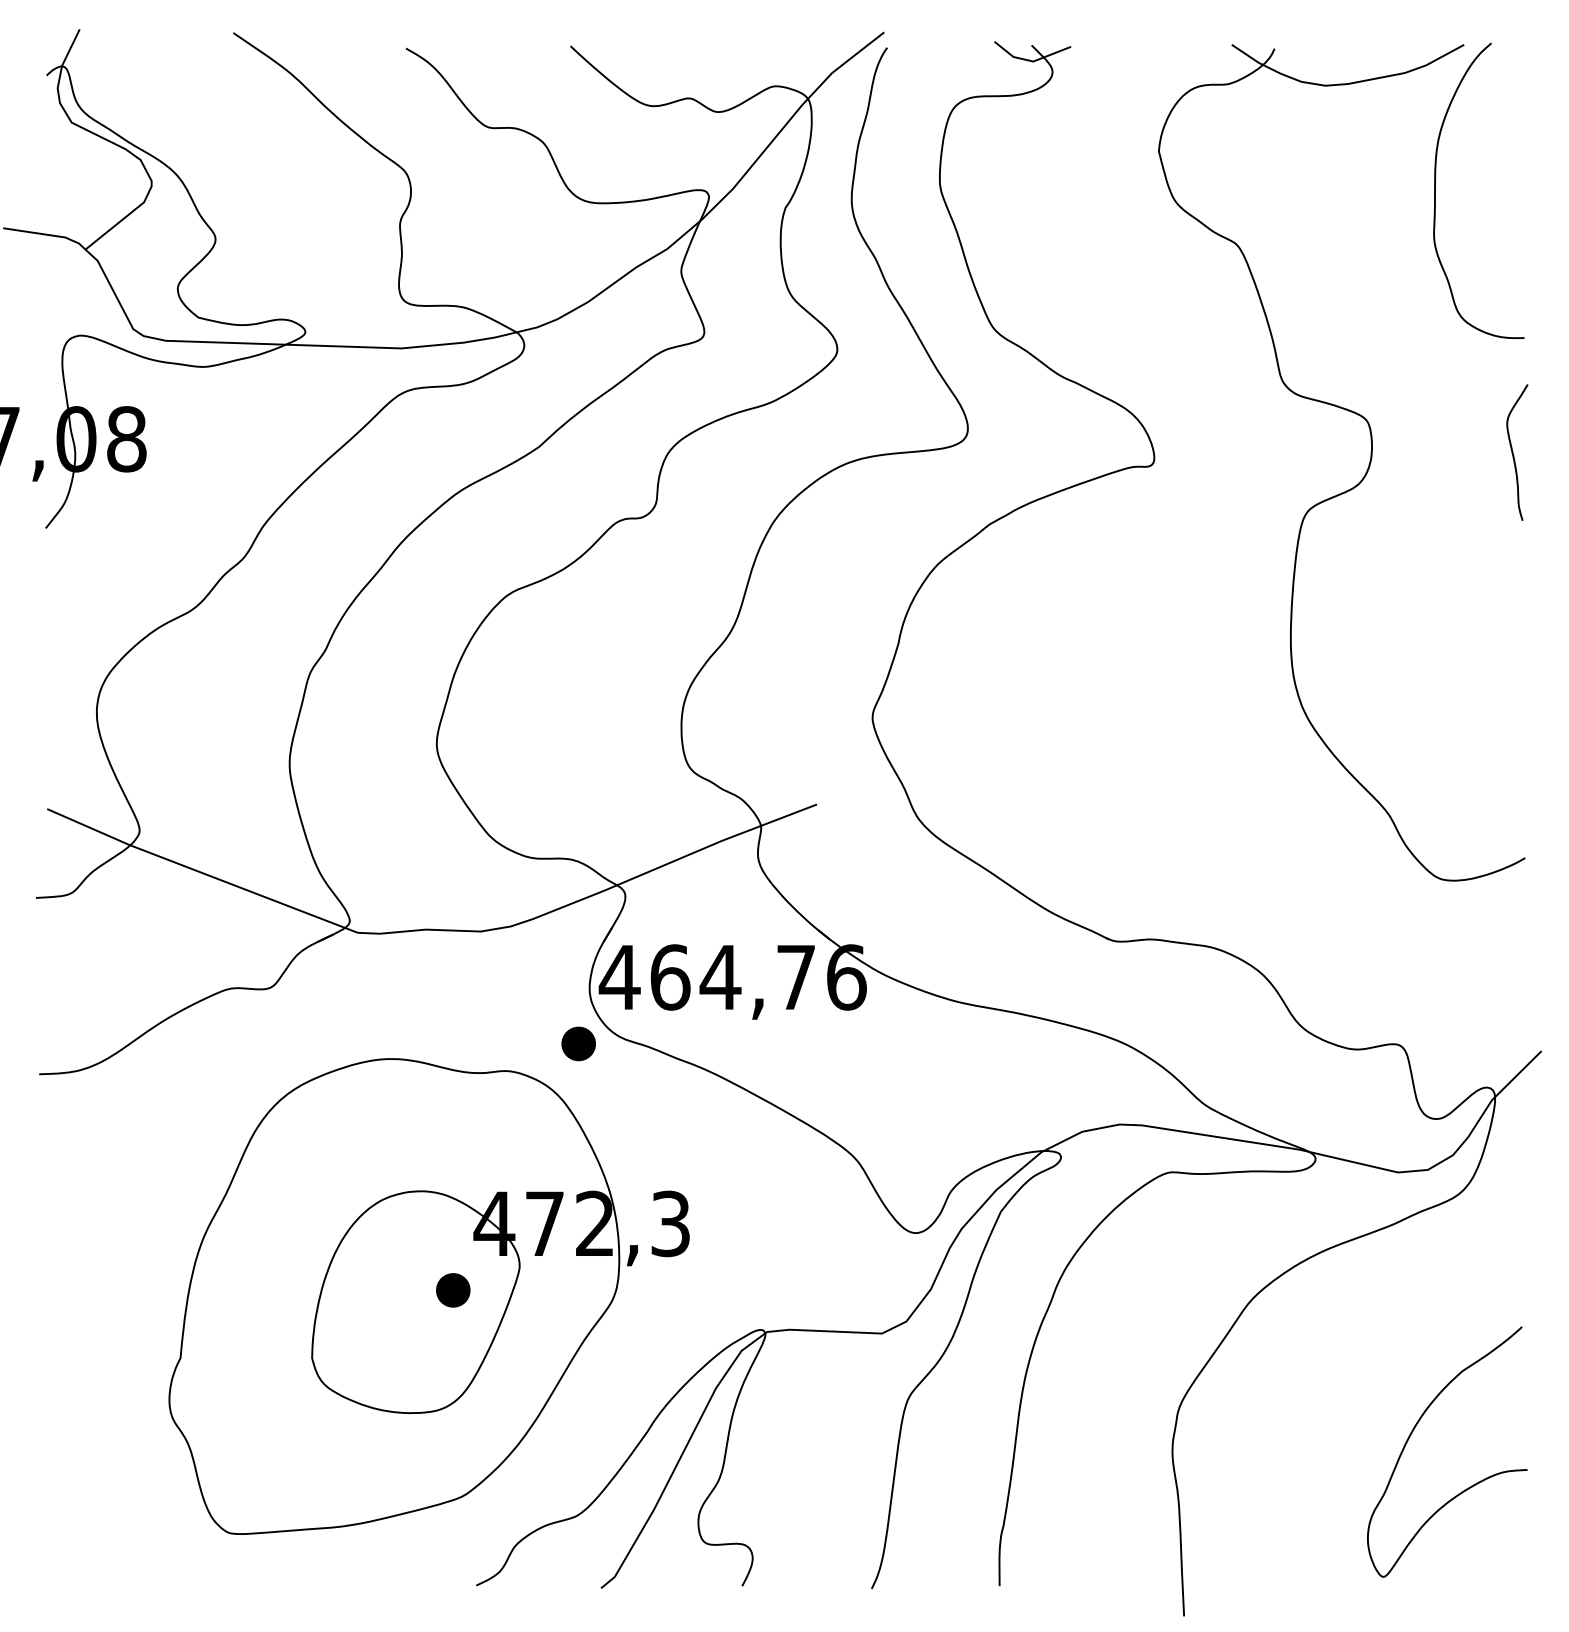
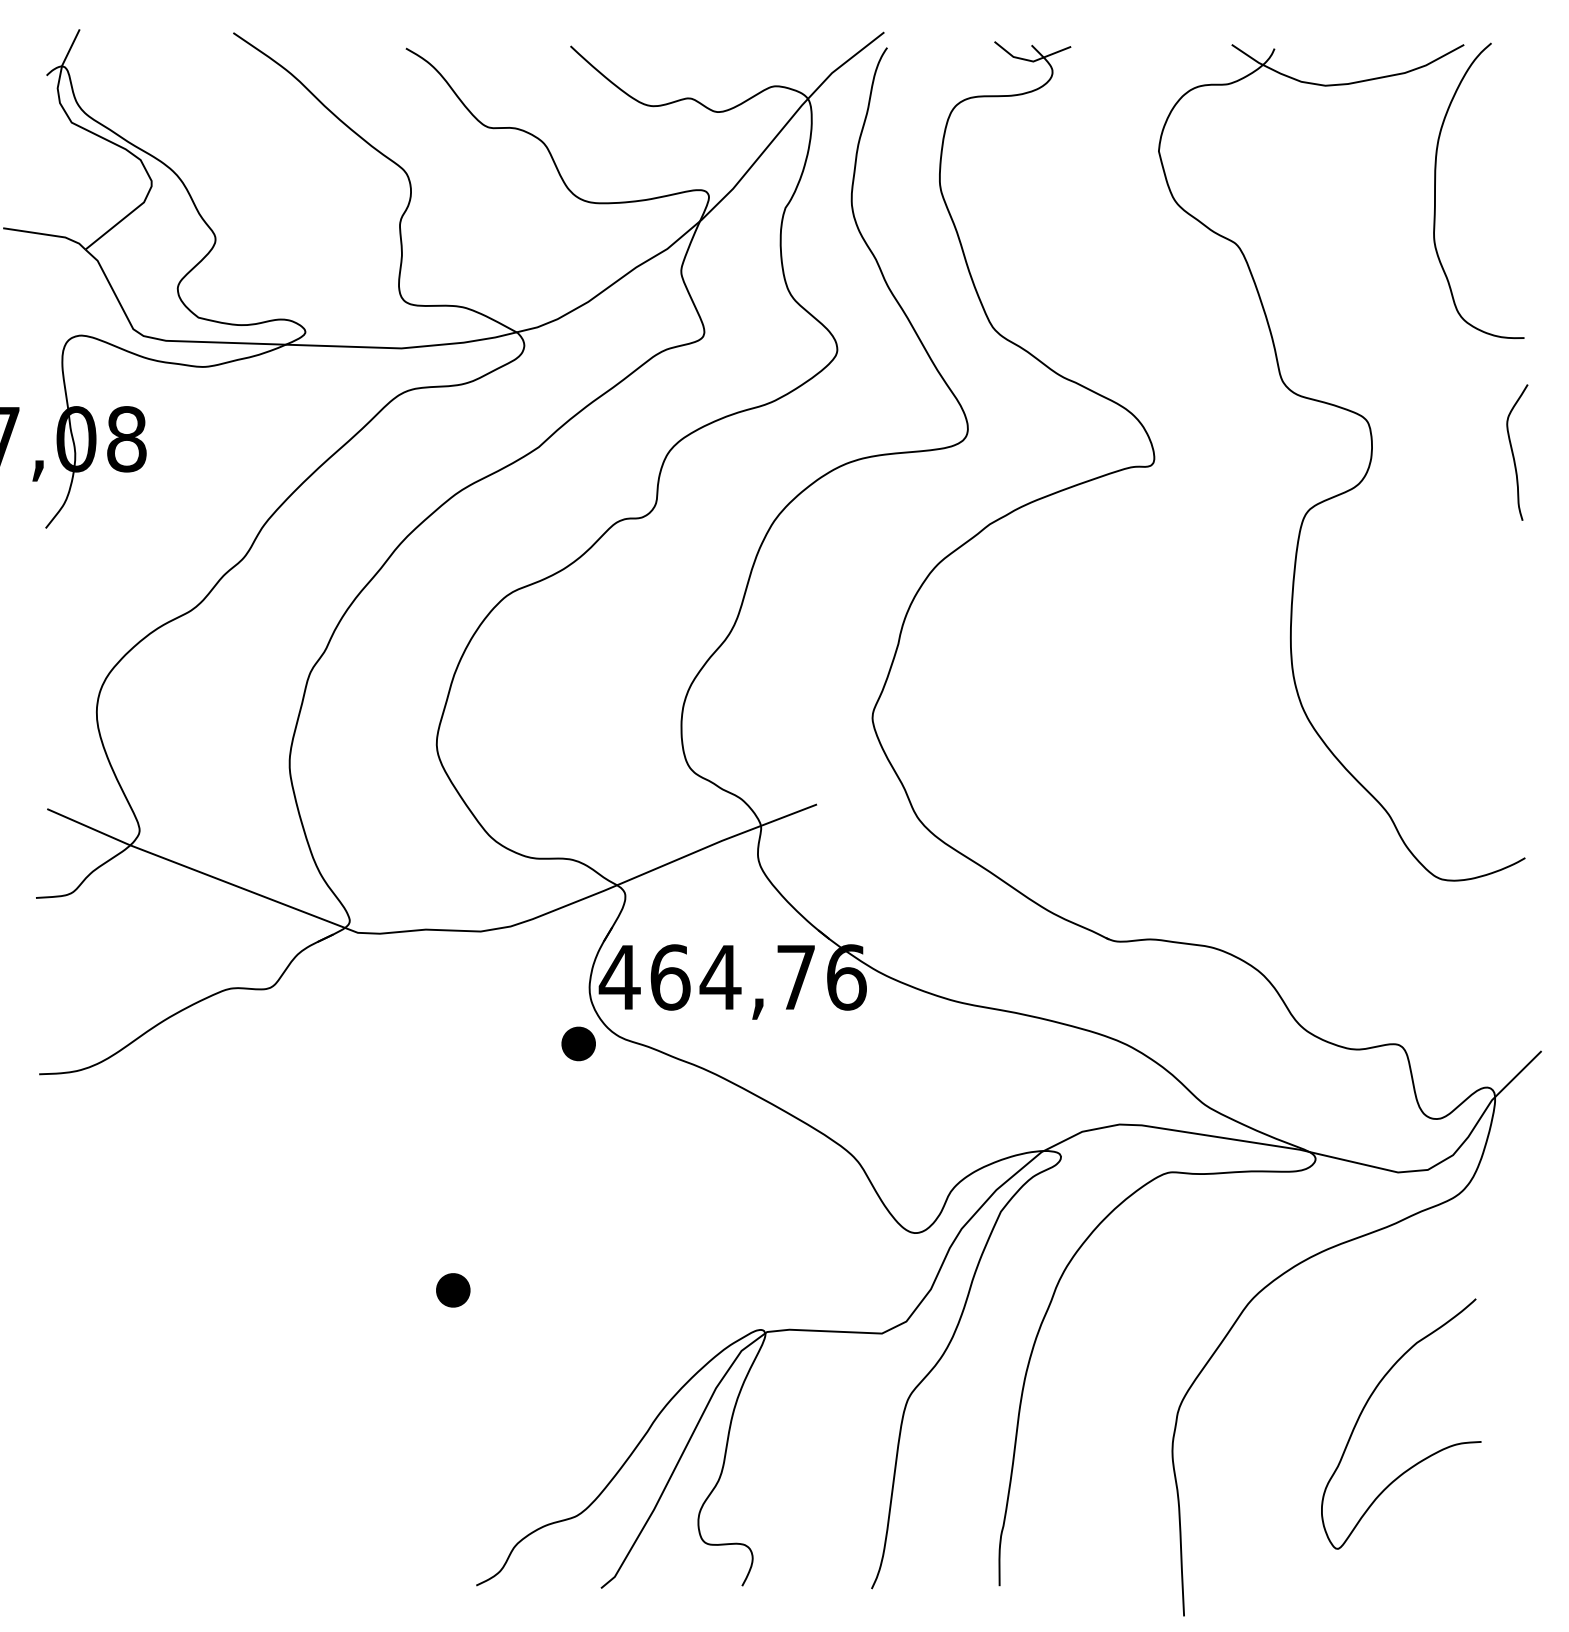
part at (428, 1296): present -> none
part at (1412, 1433) position: (1412, 1433) -> (1366, 1405)
